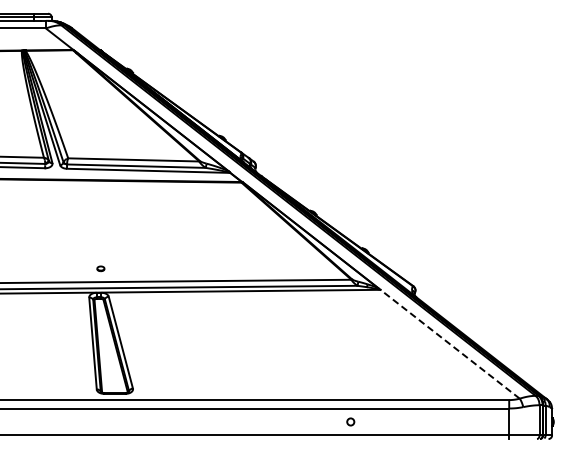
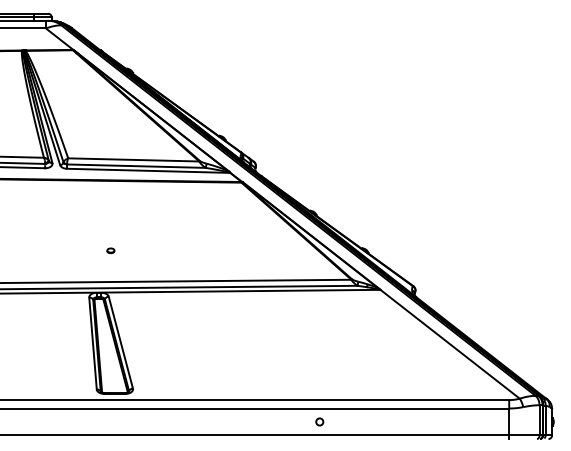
part at (100, 268) position: (100, 268) -> (110, 250)
line at (449, 343): dashed -> solid
circle at (350, 421) position: (350, 421) -> (319, 421)
